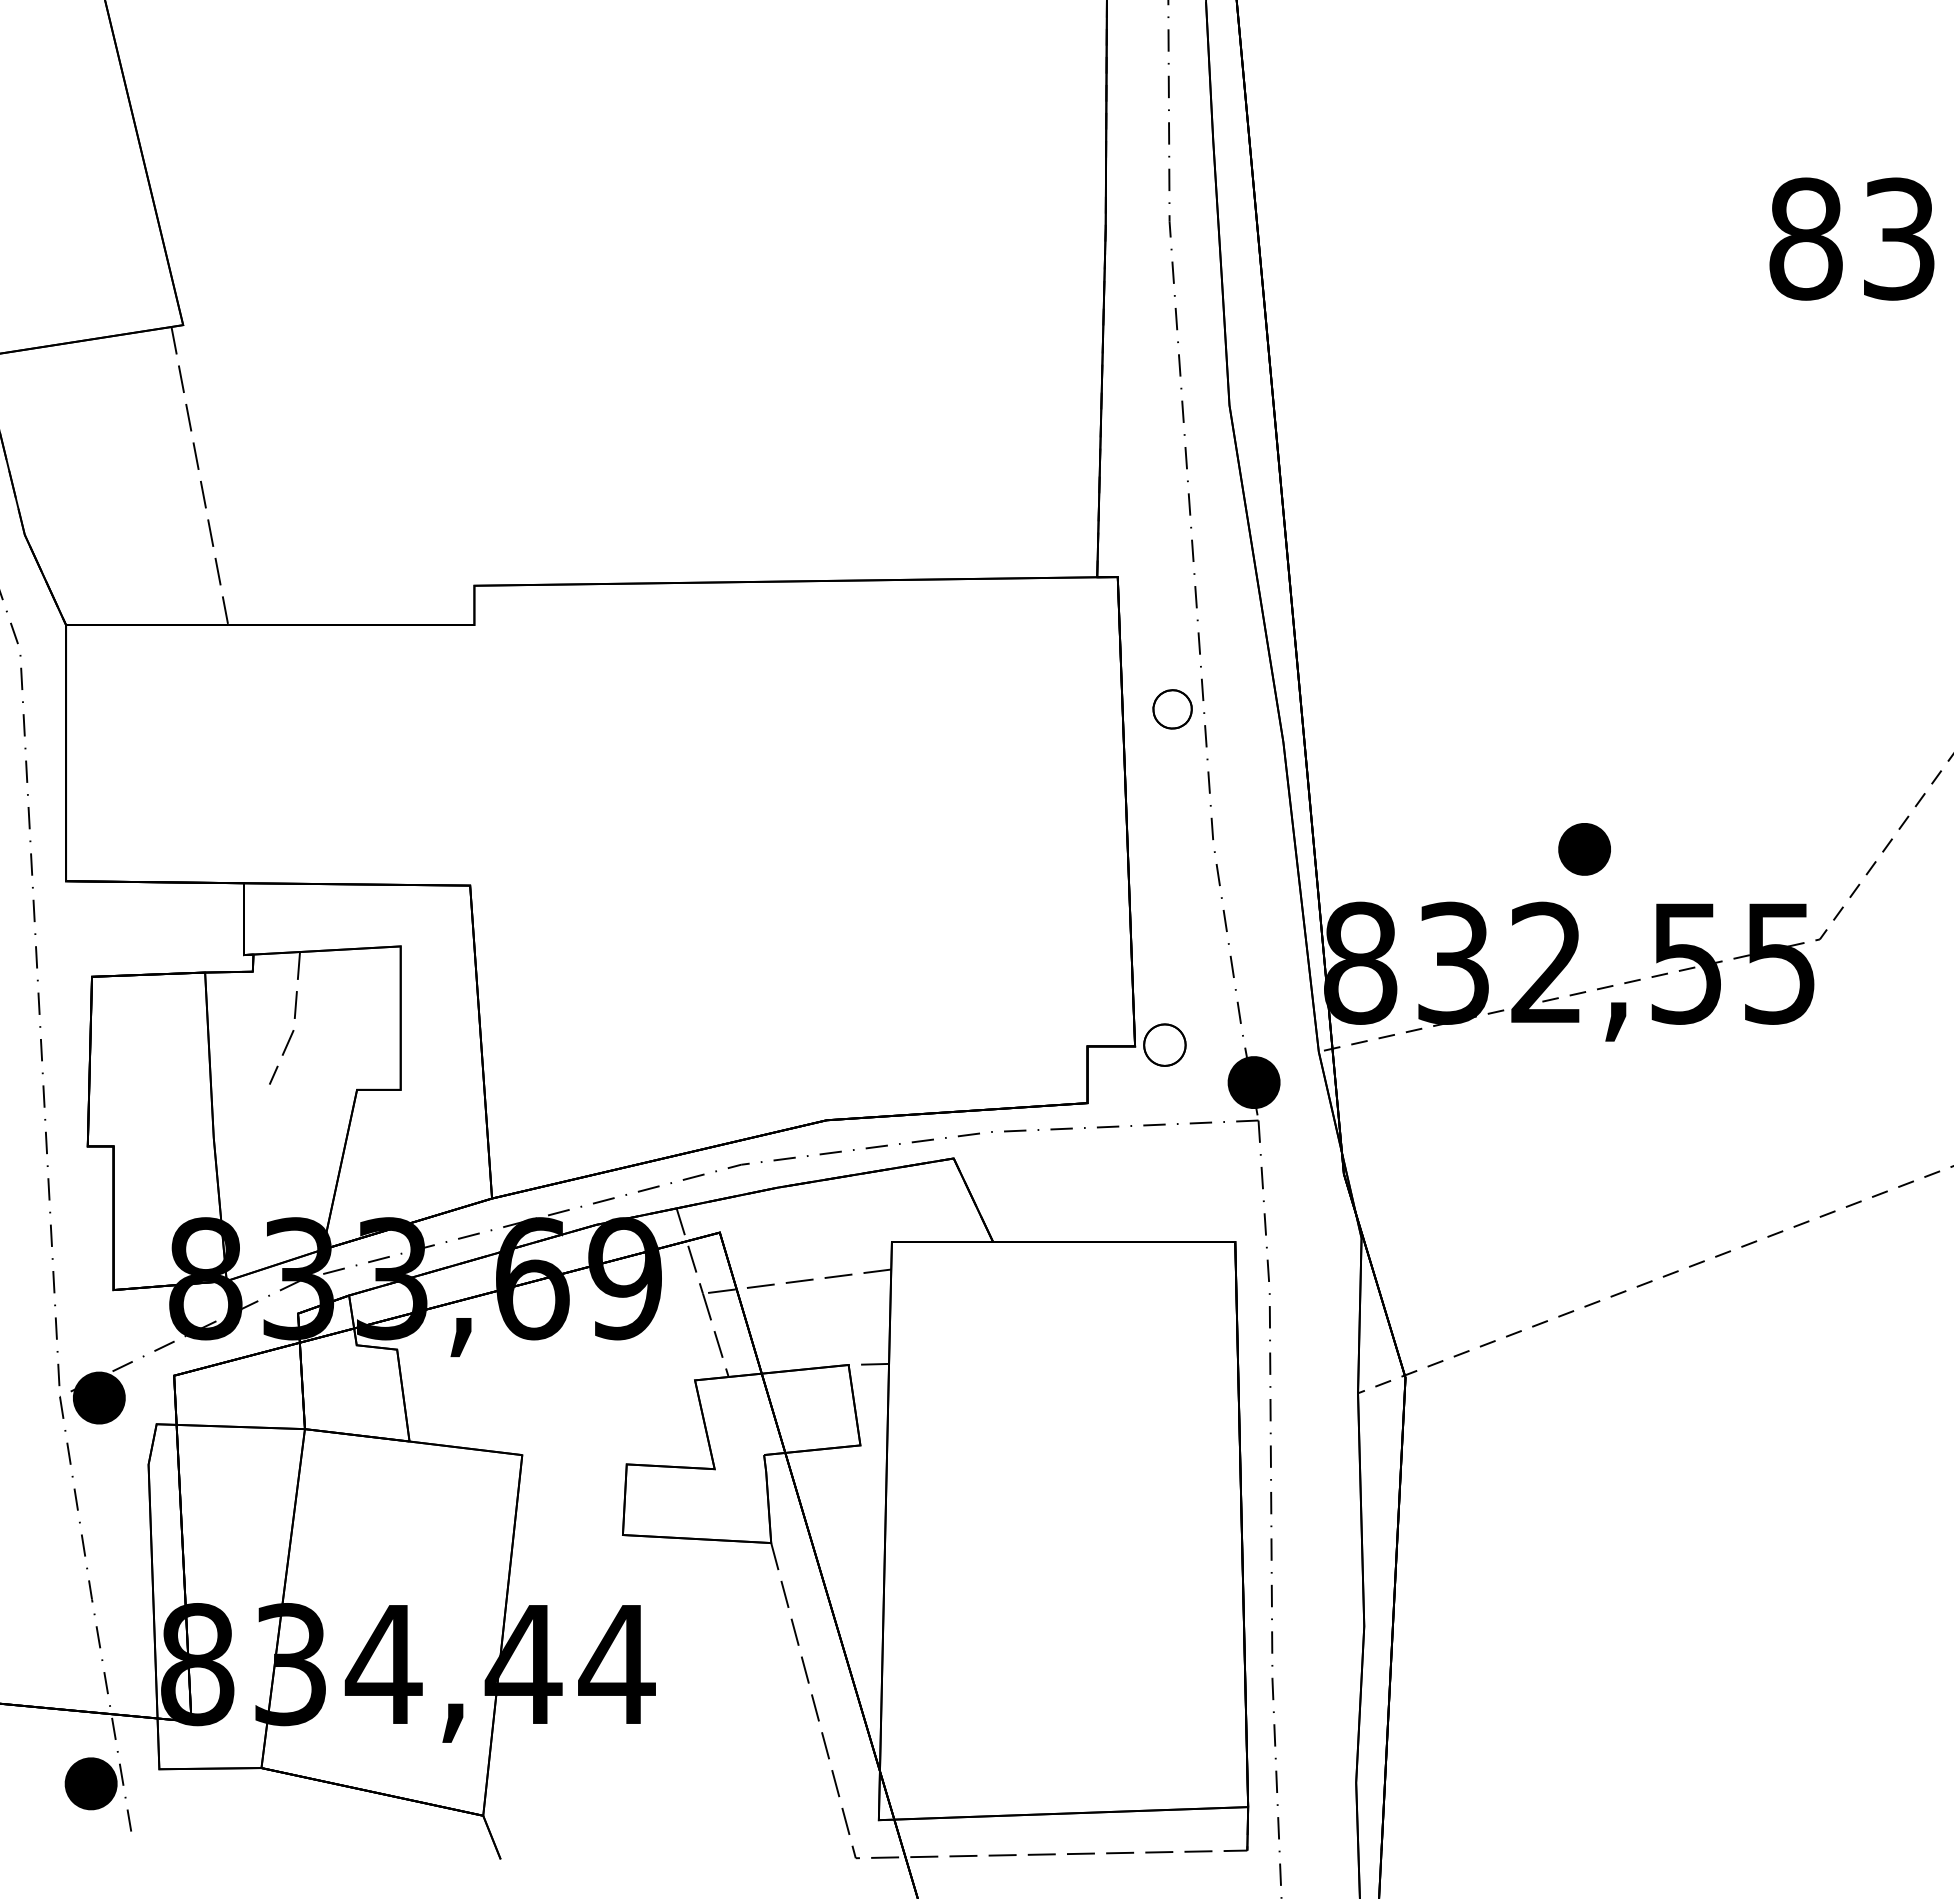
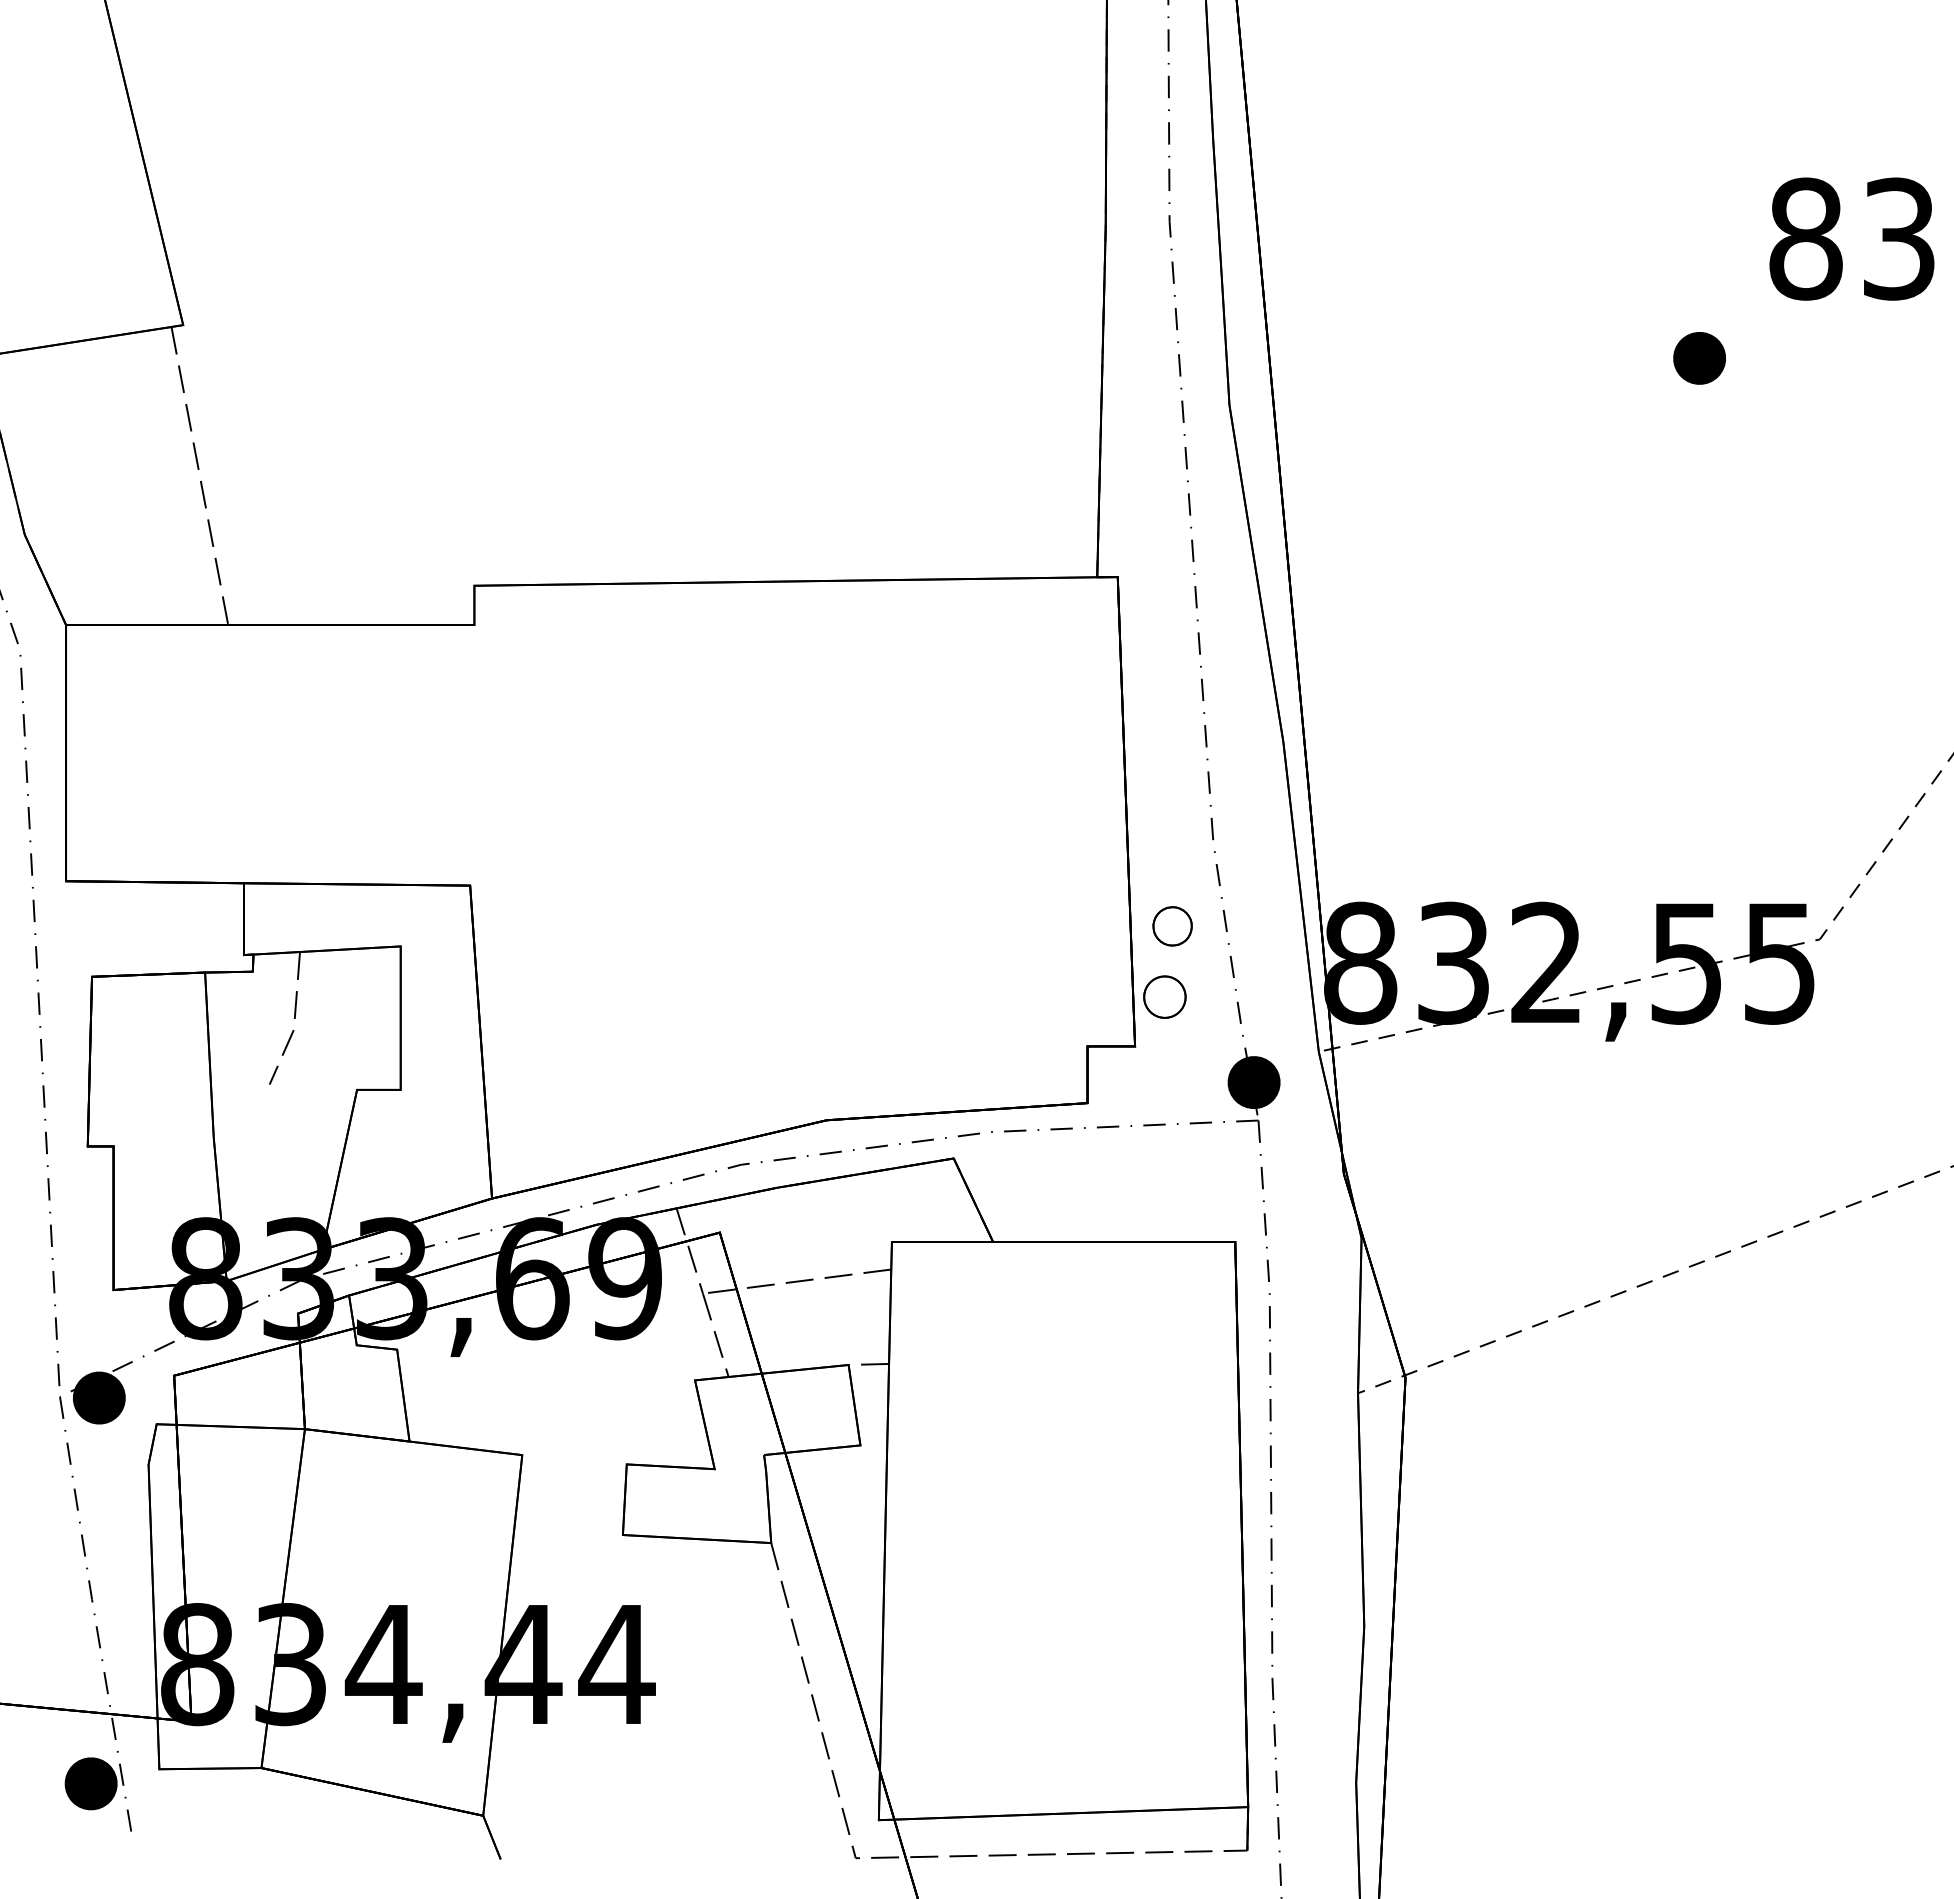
part at (1172, 709) position: (1172, 709) -> (1172, 926)
part at (1584, 849) position: (1584, 849) -> (1699, 358)
part at (1164, 1044) position: (1164, 1044) -> (1164, 996)
